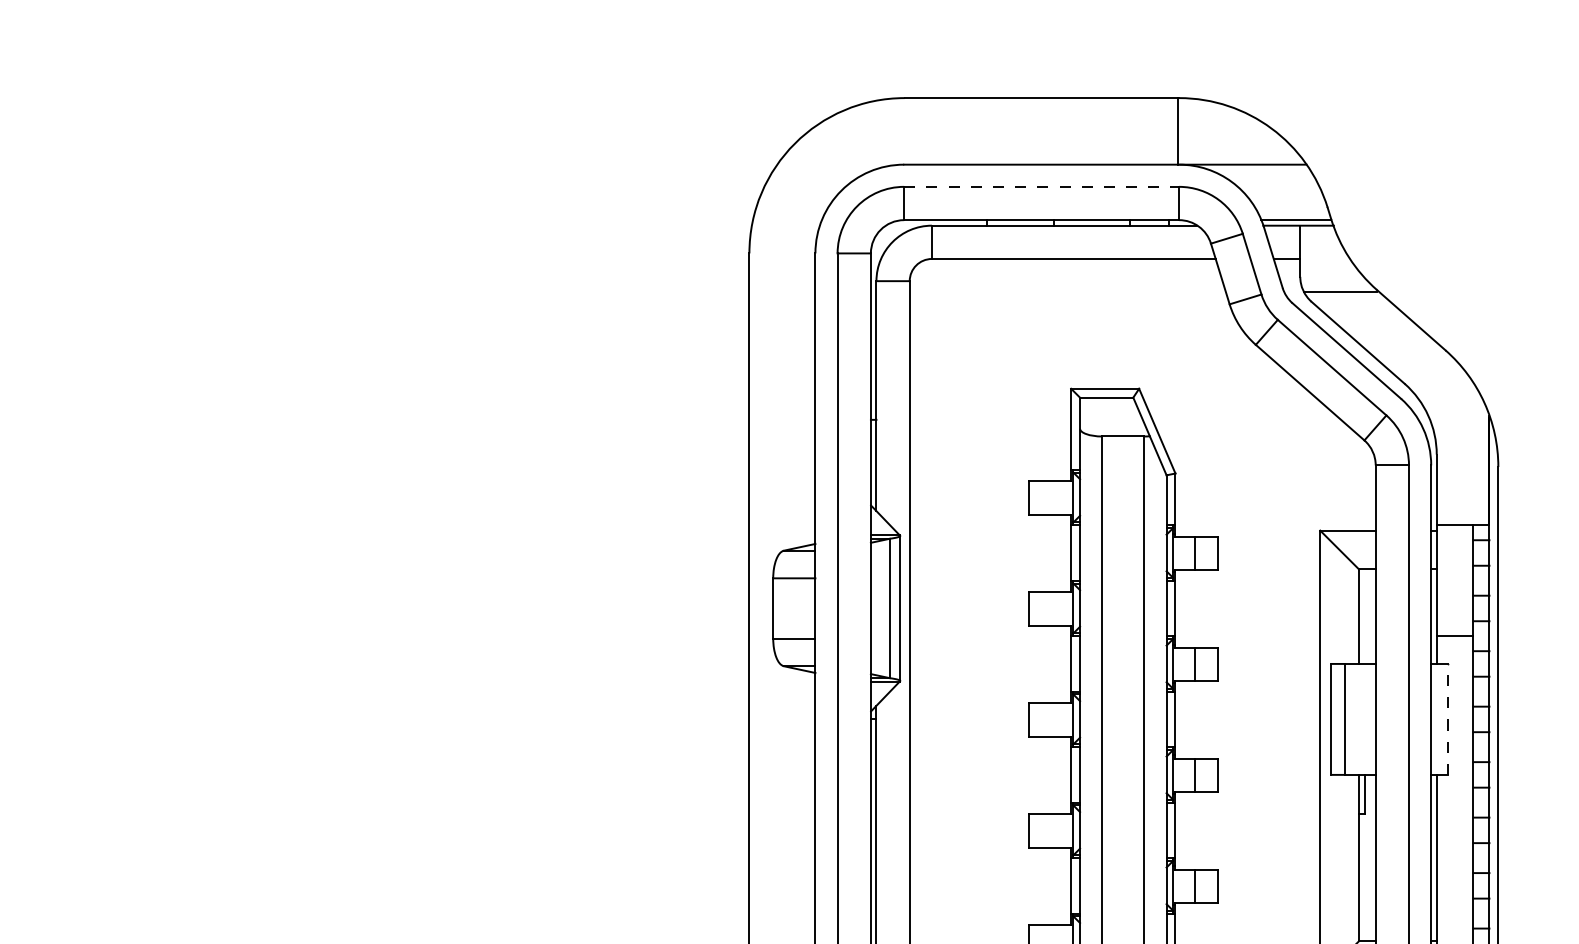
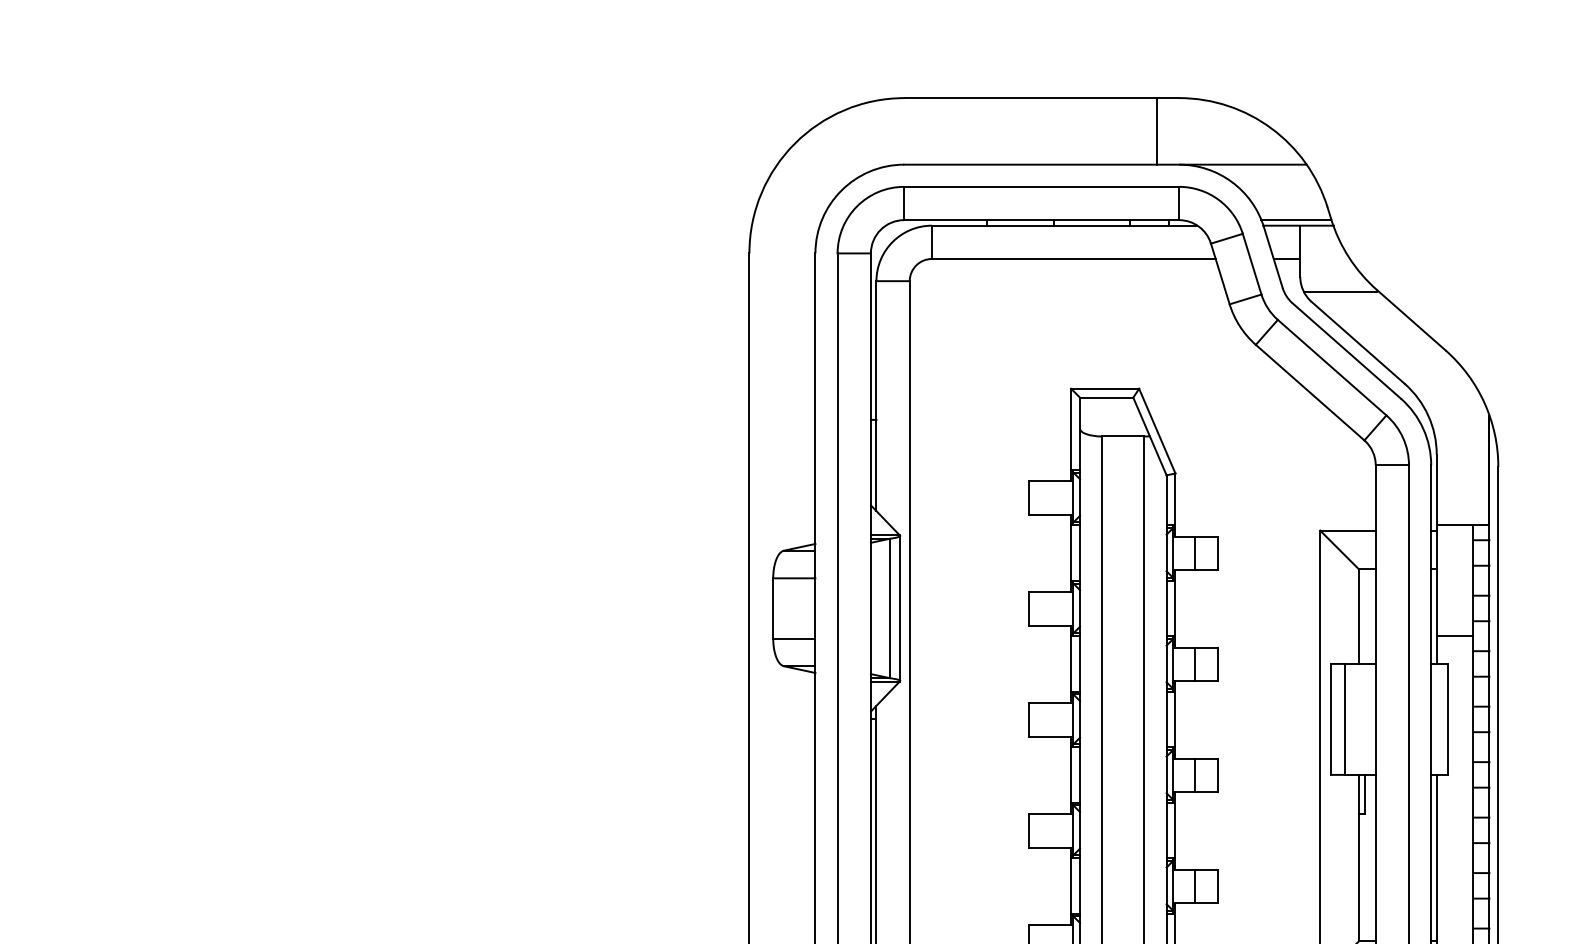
line at (1177, 131) position: (1177, 131) -> (1156, 131)
line at (1042, 186): dashed -> solid
line at (1448, 718): dashed -> solid
